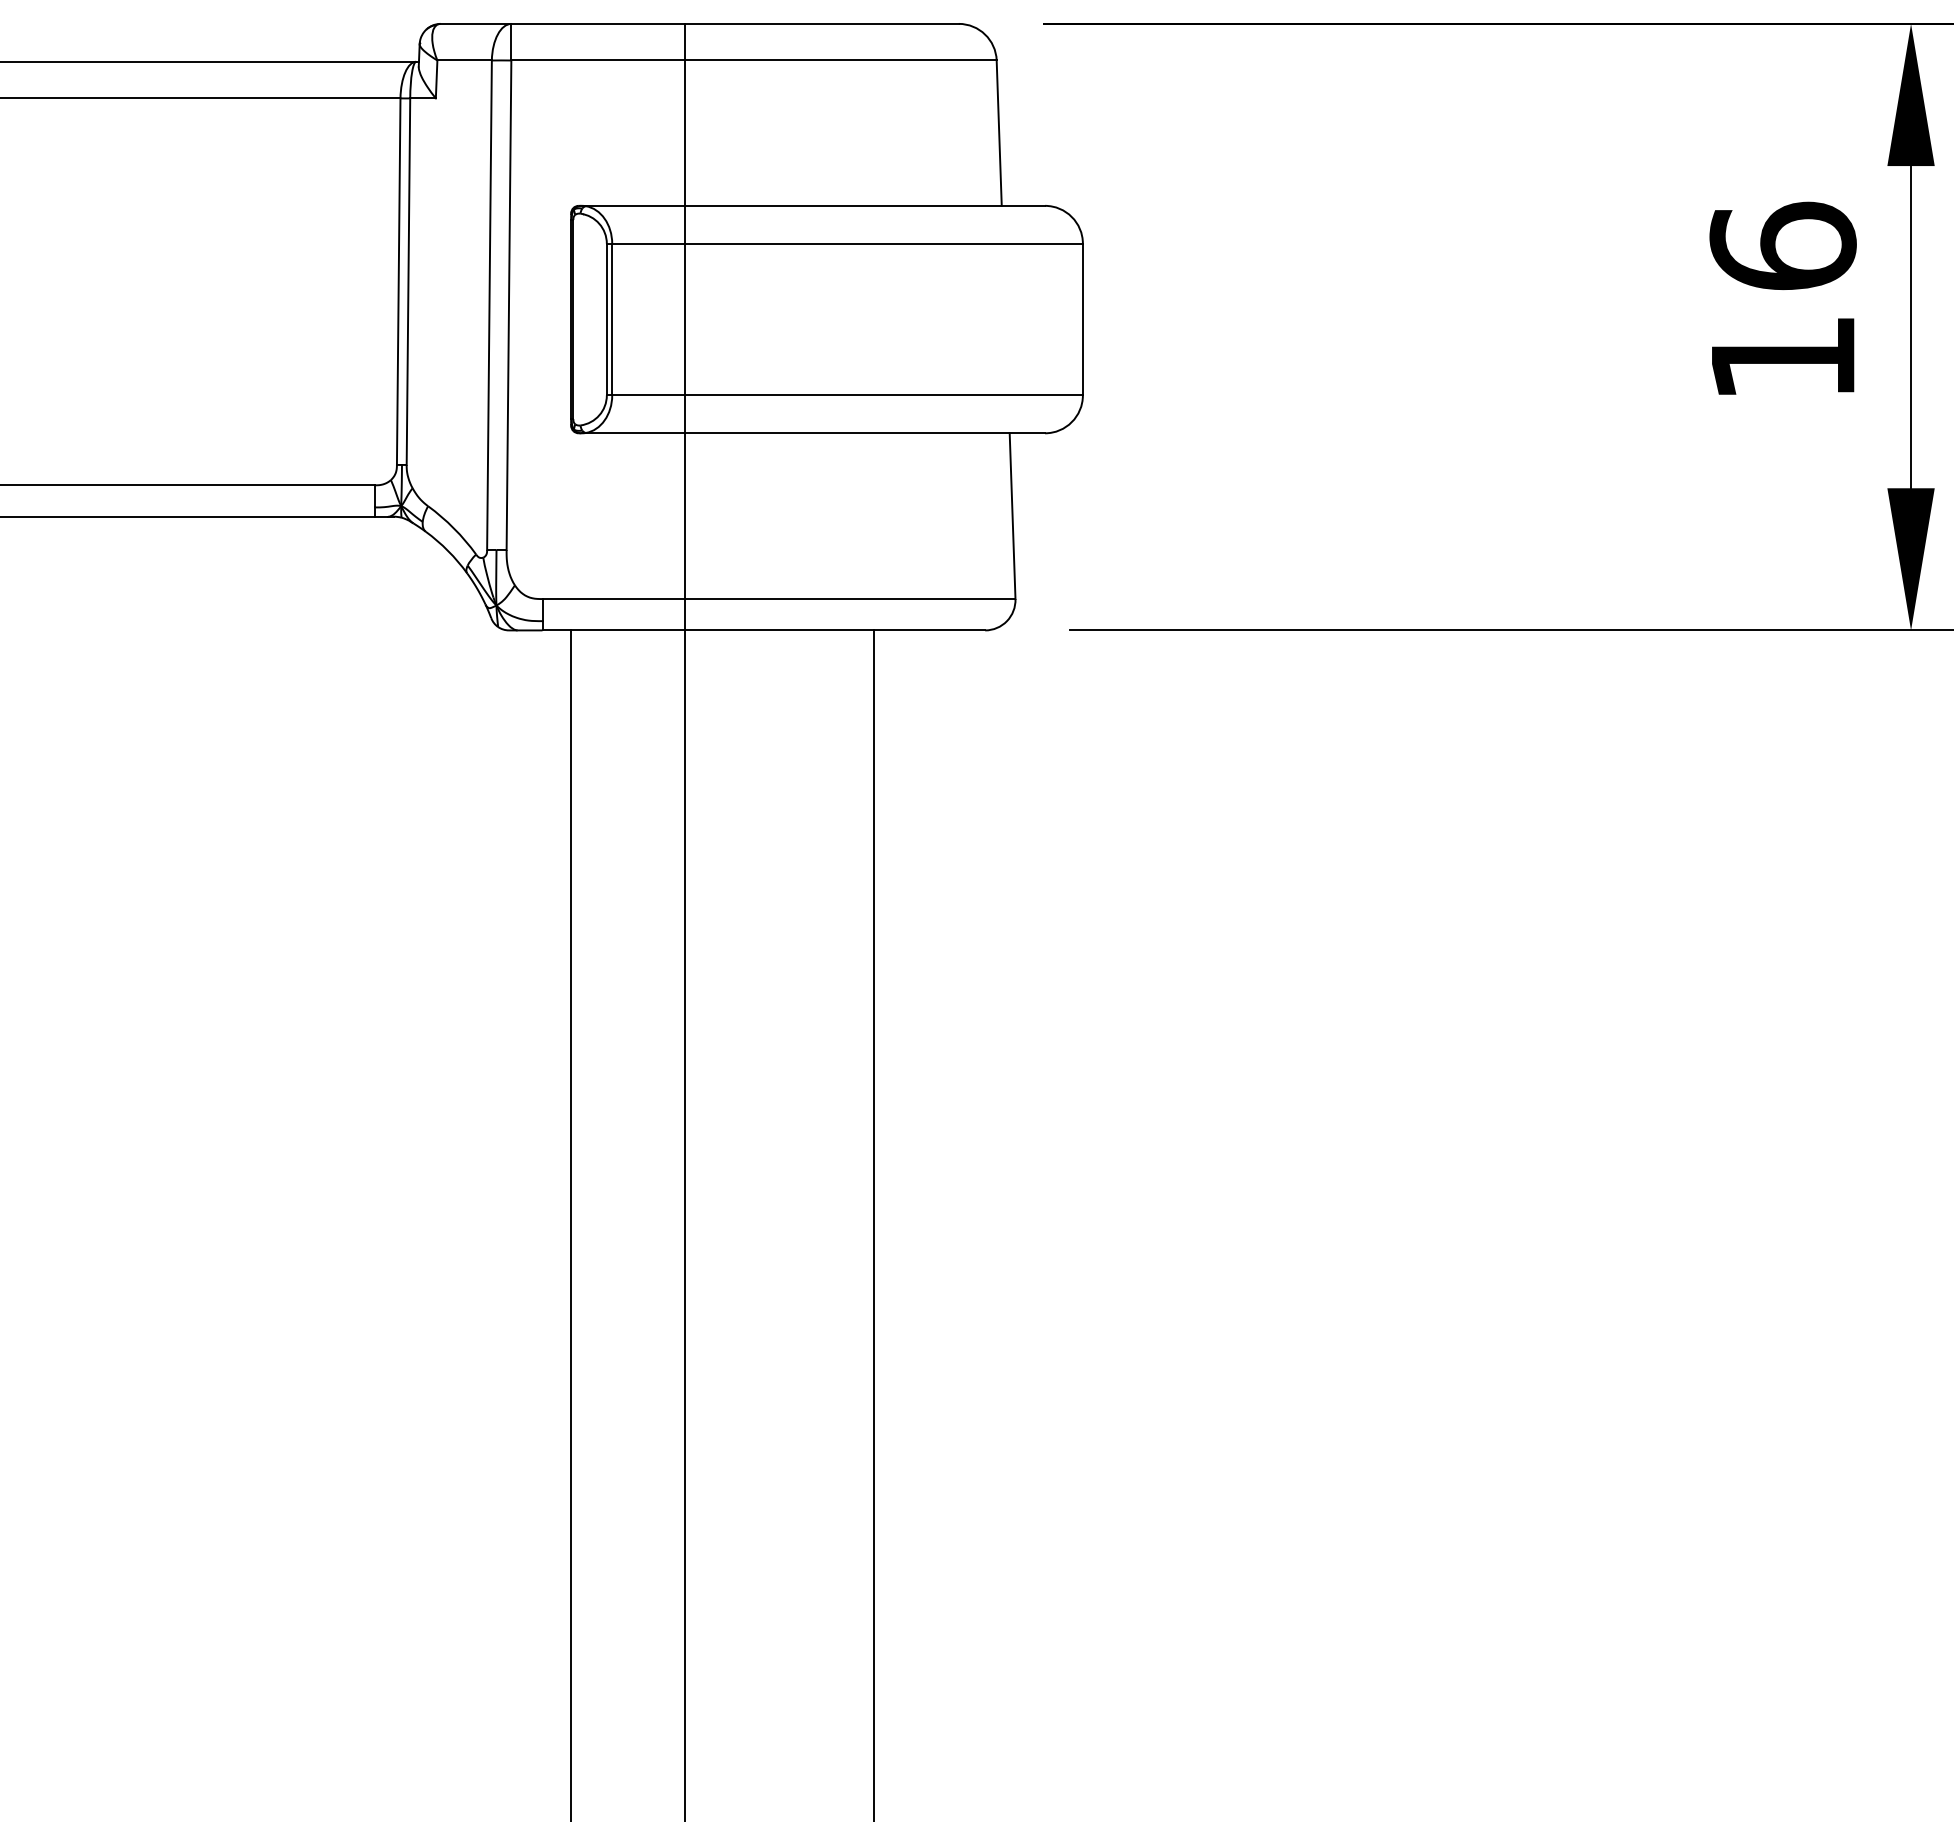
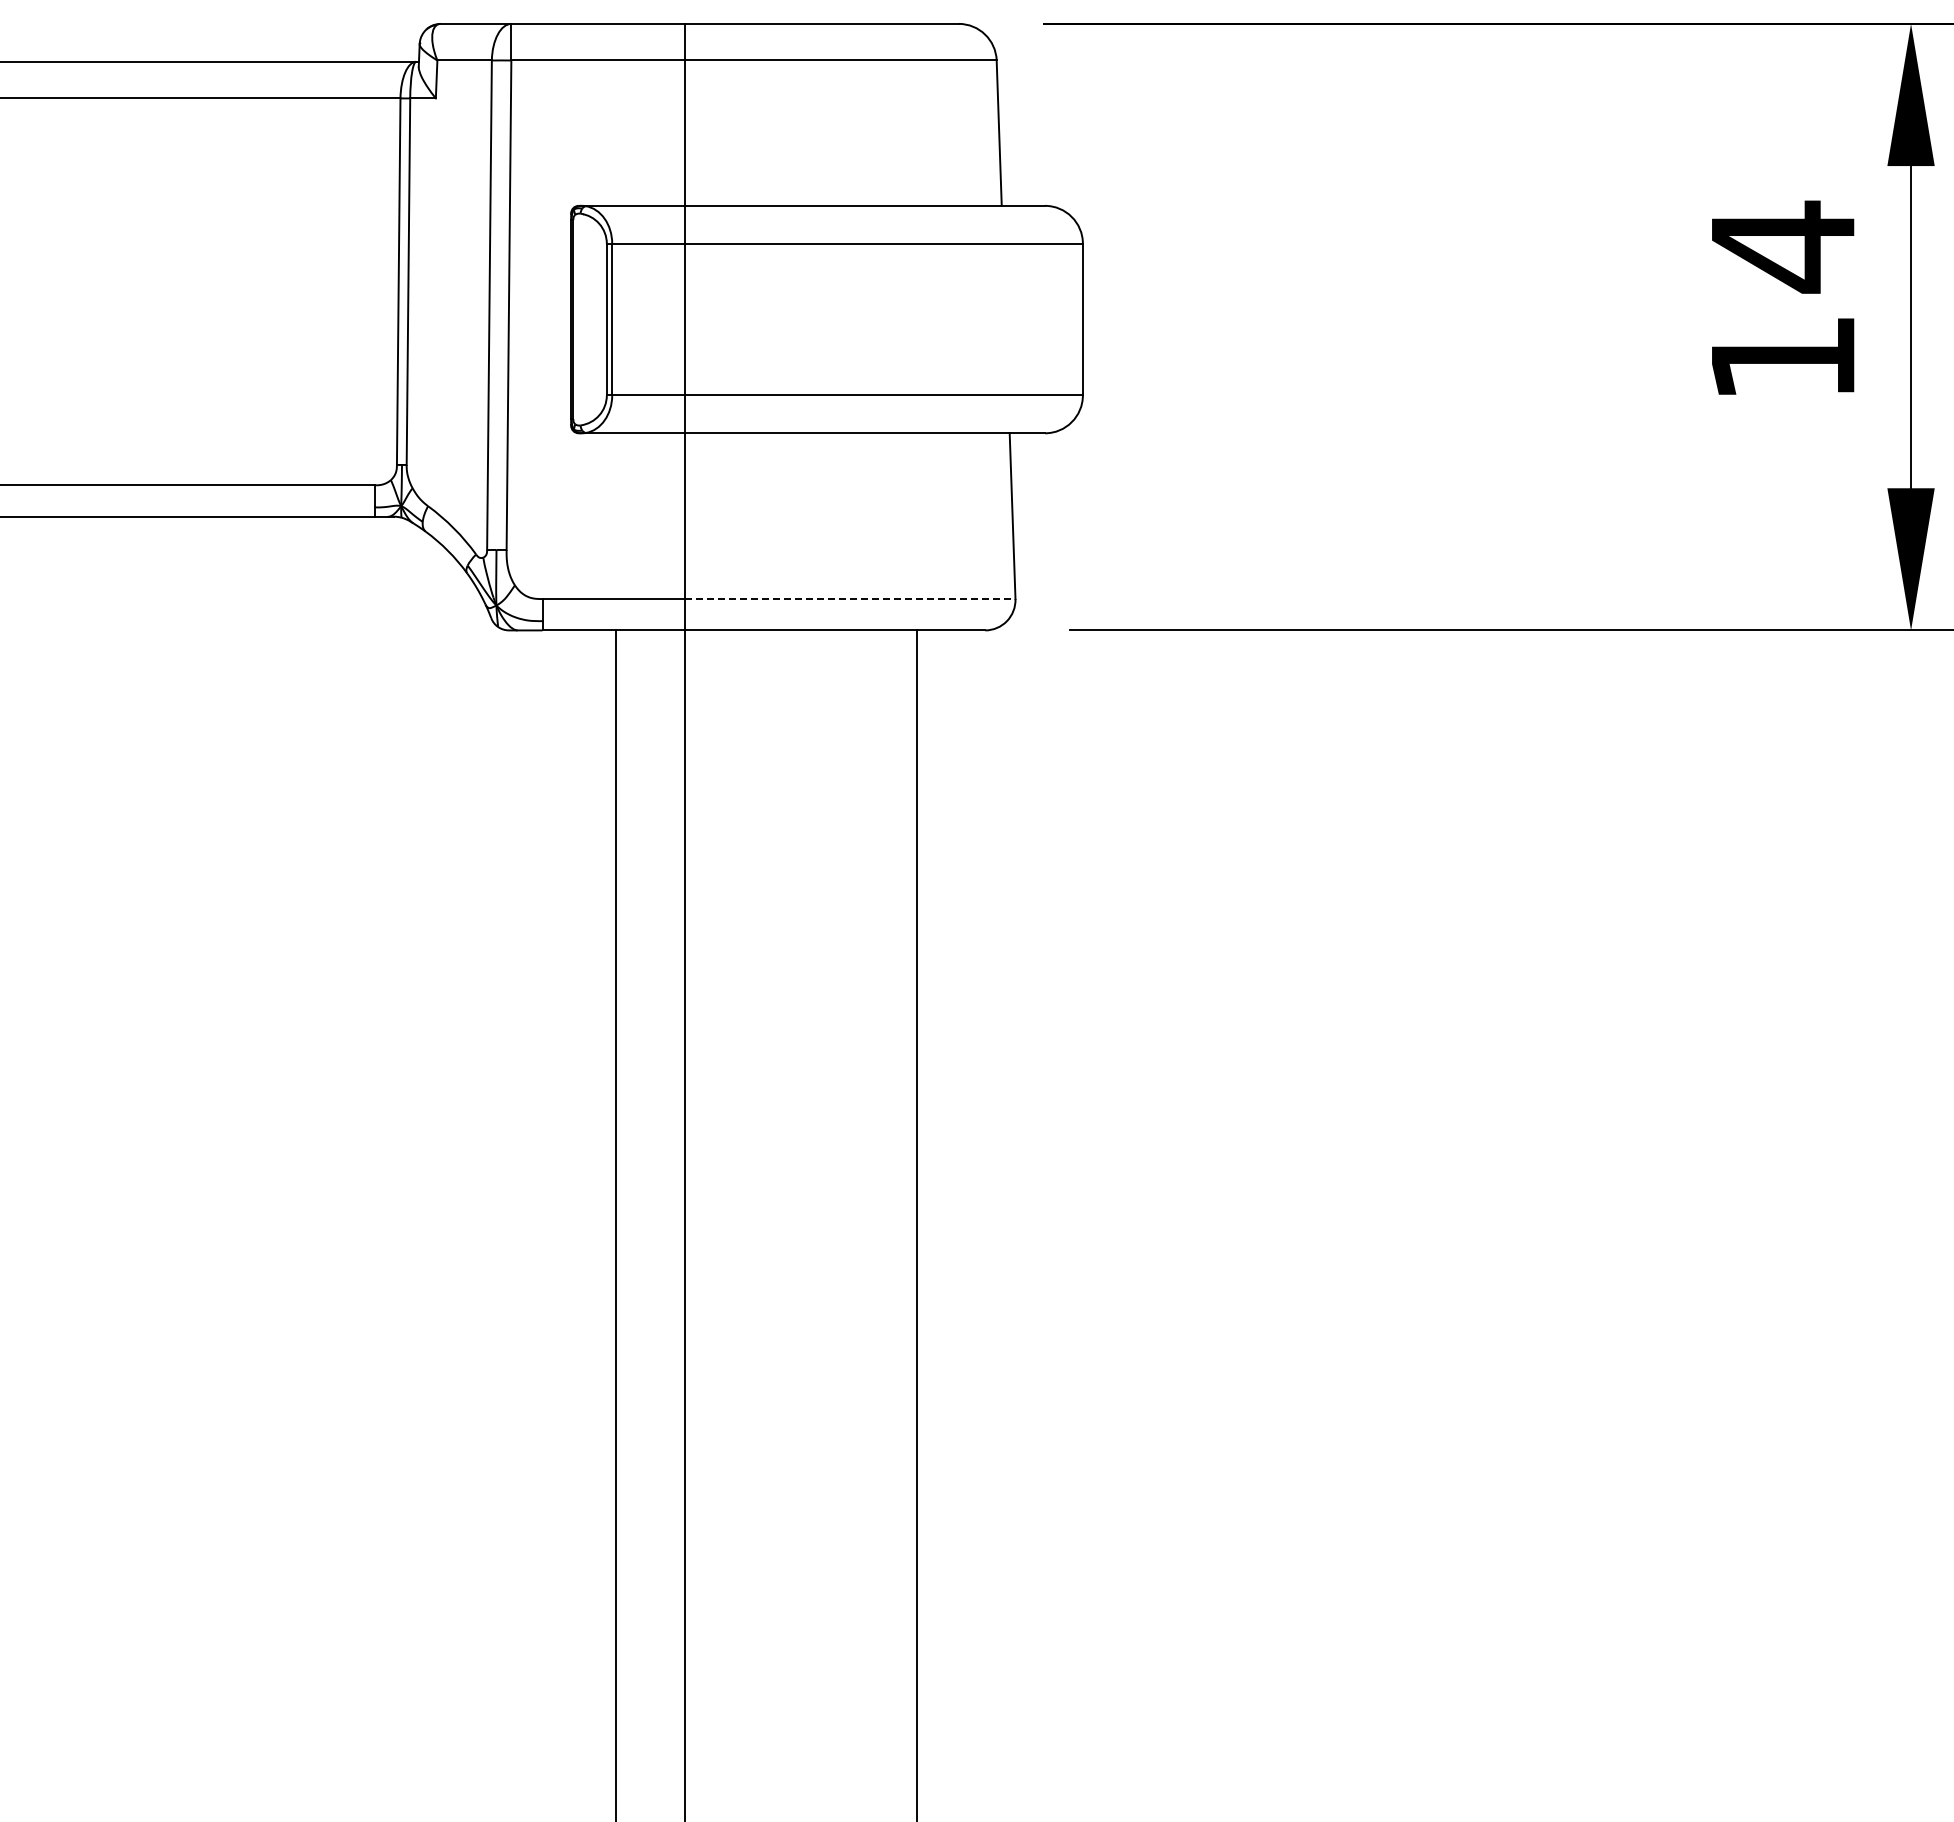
text at (1782, 246): 16 -> 14
line at (850, 599): solid -> dashed
line at (571, 1224) position: (571, 1224) -> (616, 1224)
line at (874, 1224) position: (874, 1224) -> (917, 1224)
